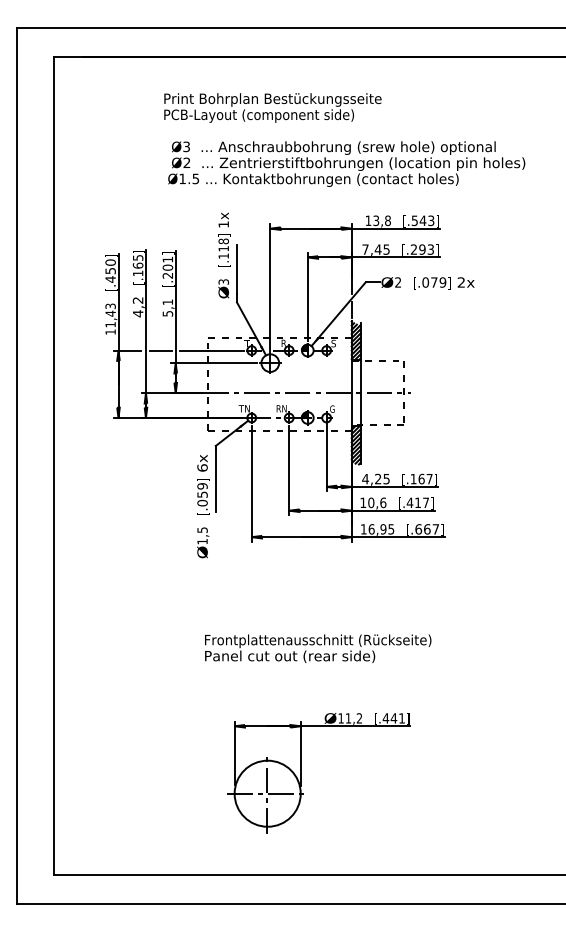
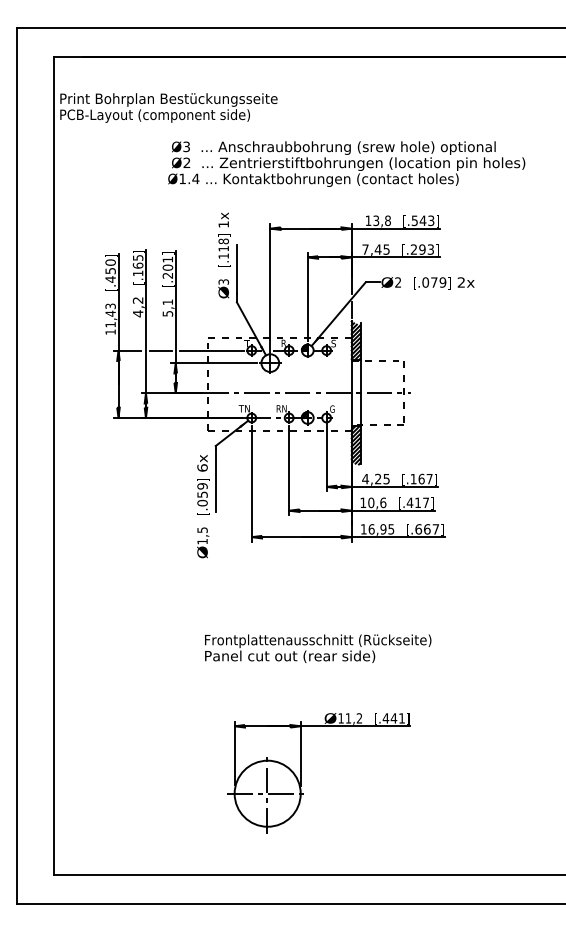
text at (272, 107) position: (272, 107) -> (168, 107)
text at (195, 178): Ø1.5 -> Ø1.4
